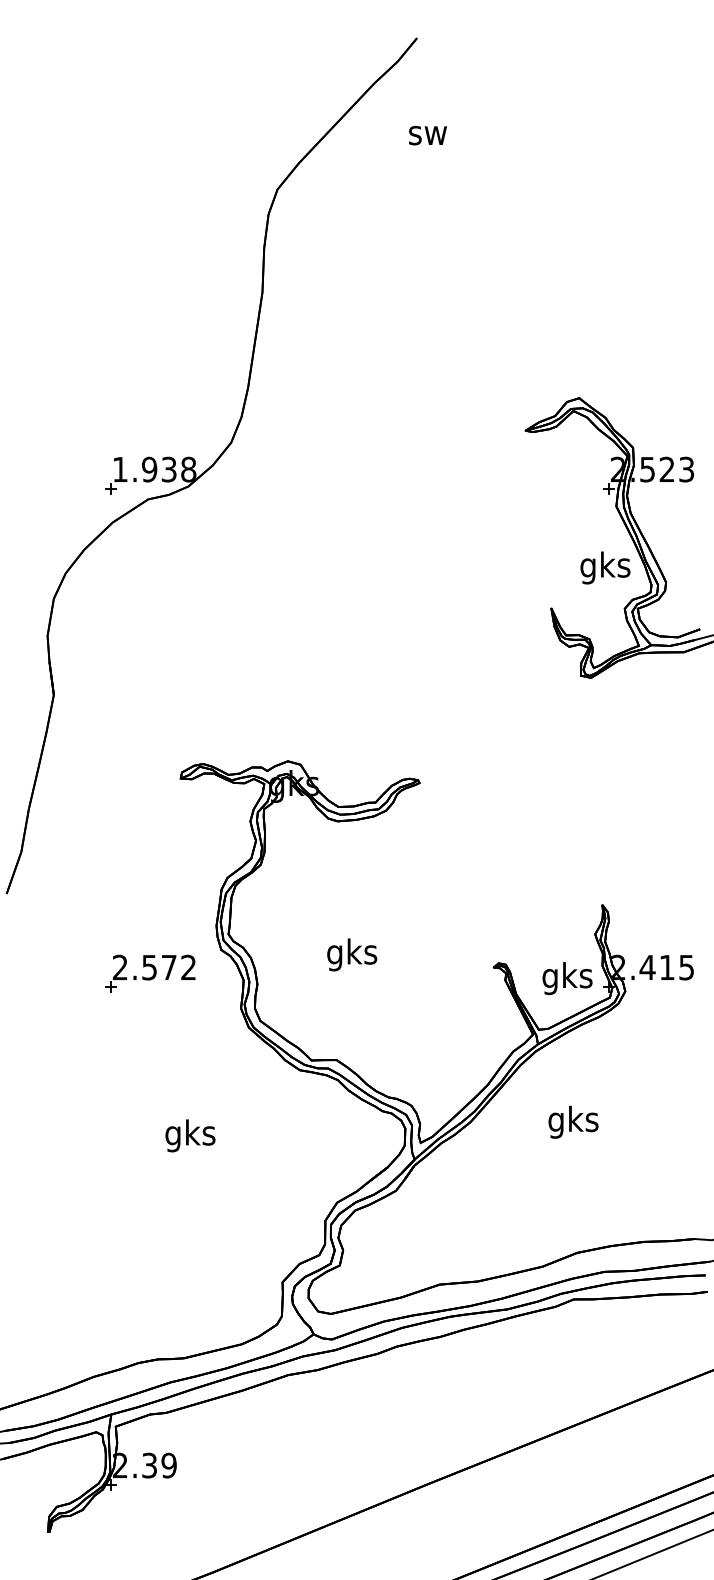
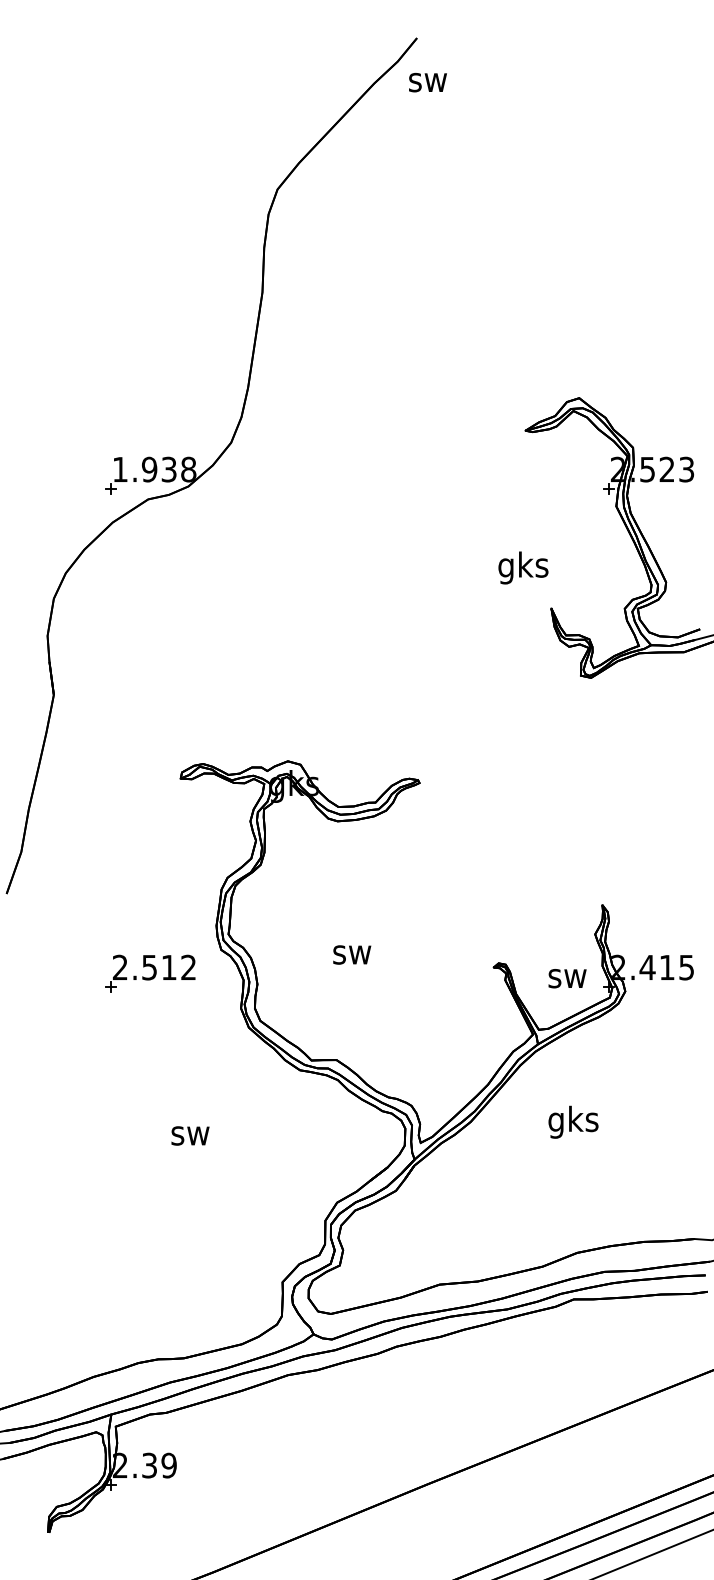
text at (427, 135) position: (427, 135) -> (427, 82)
text at (605, 567) position: (605, 567) -> (523, 567)
text at (352, 954): gks -> sw
text at (169, 967): 2.572 -> 2.512
text at (567, 978): gks -> sw
text at (190, 1135): gks -> sw
